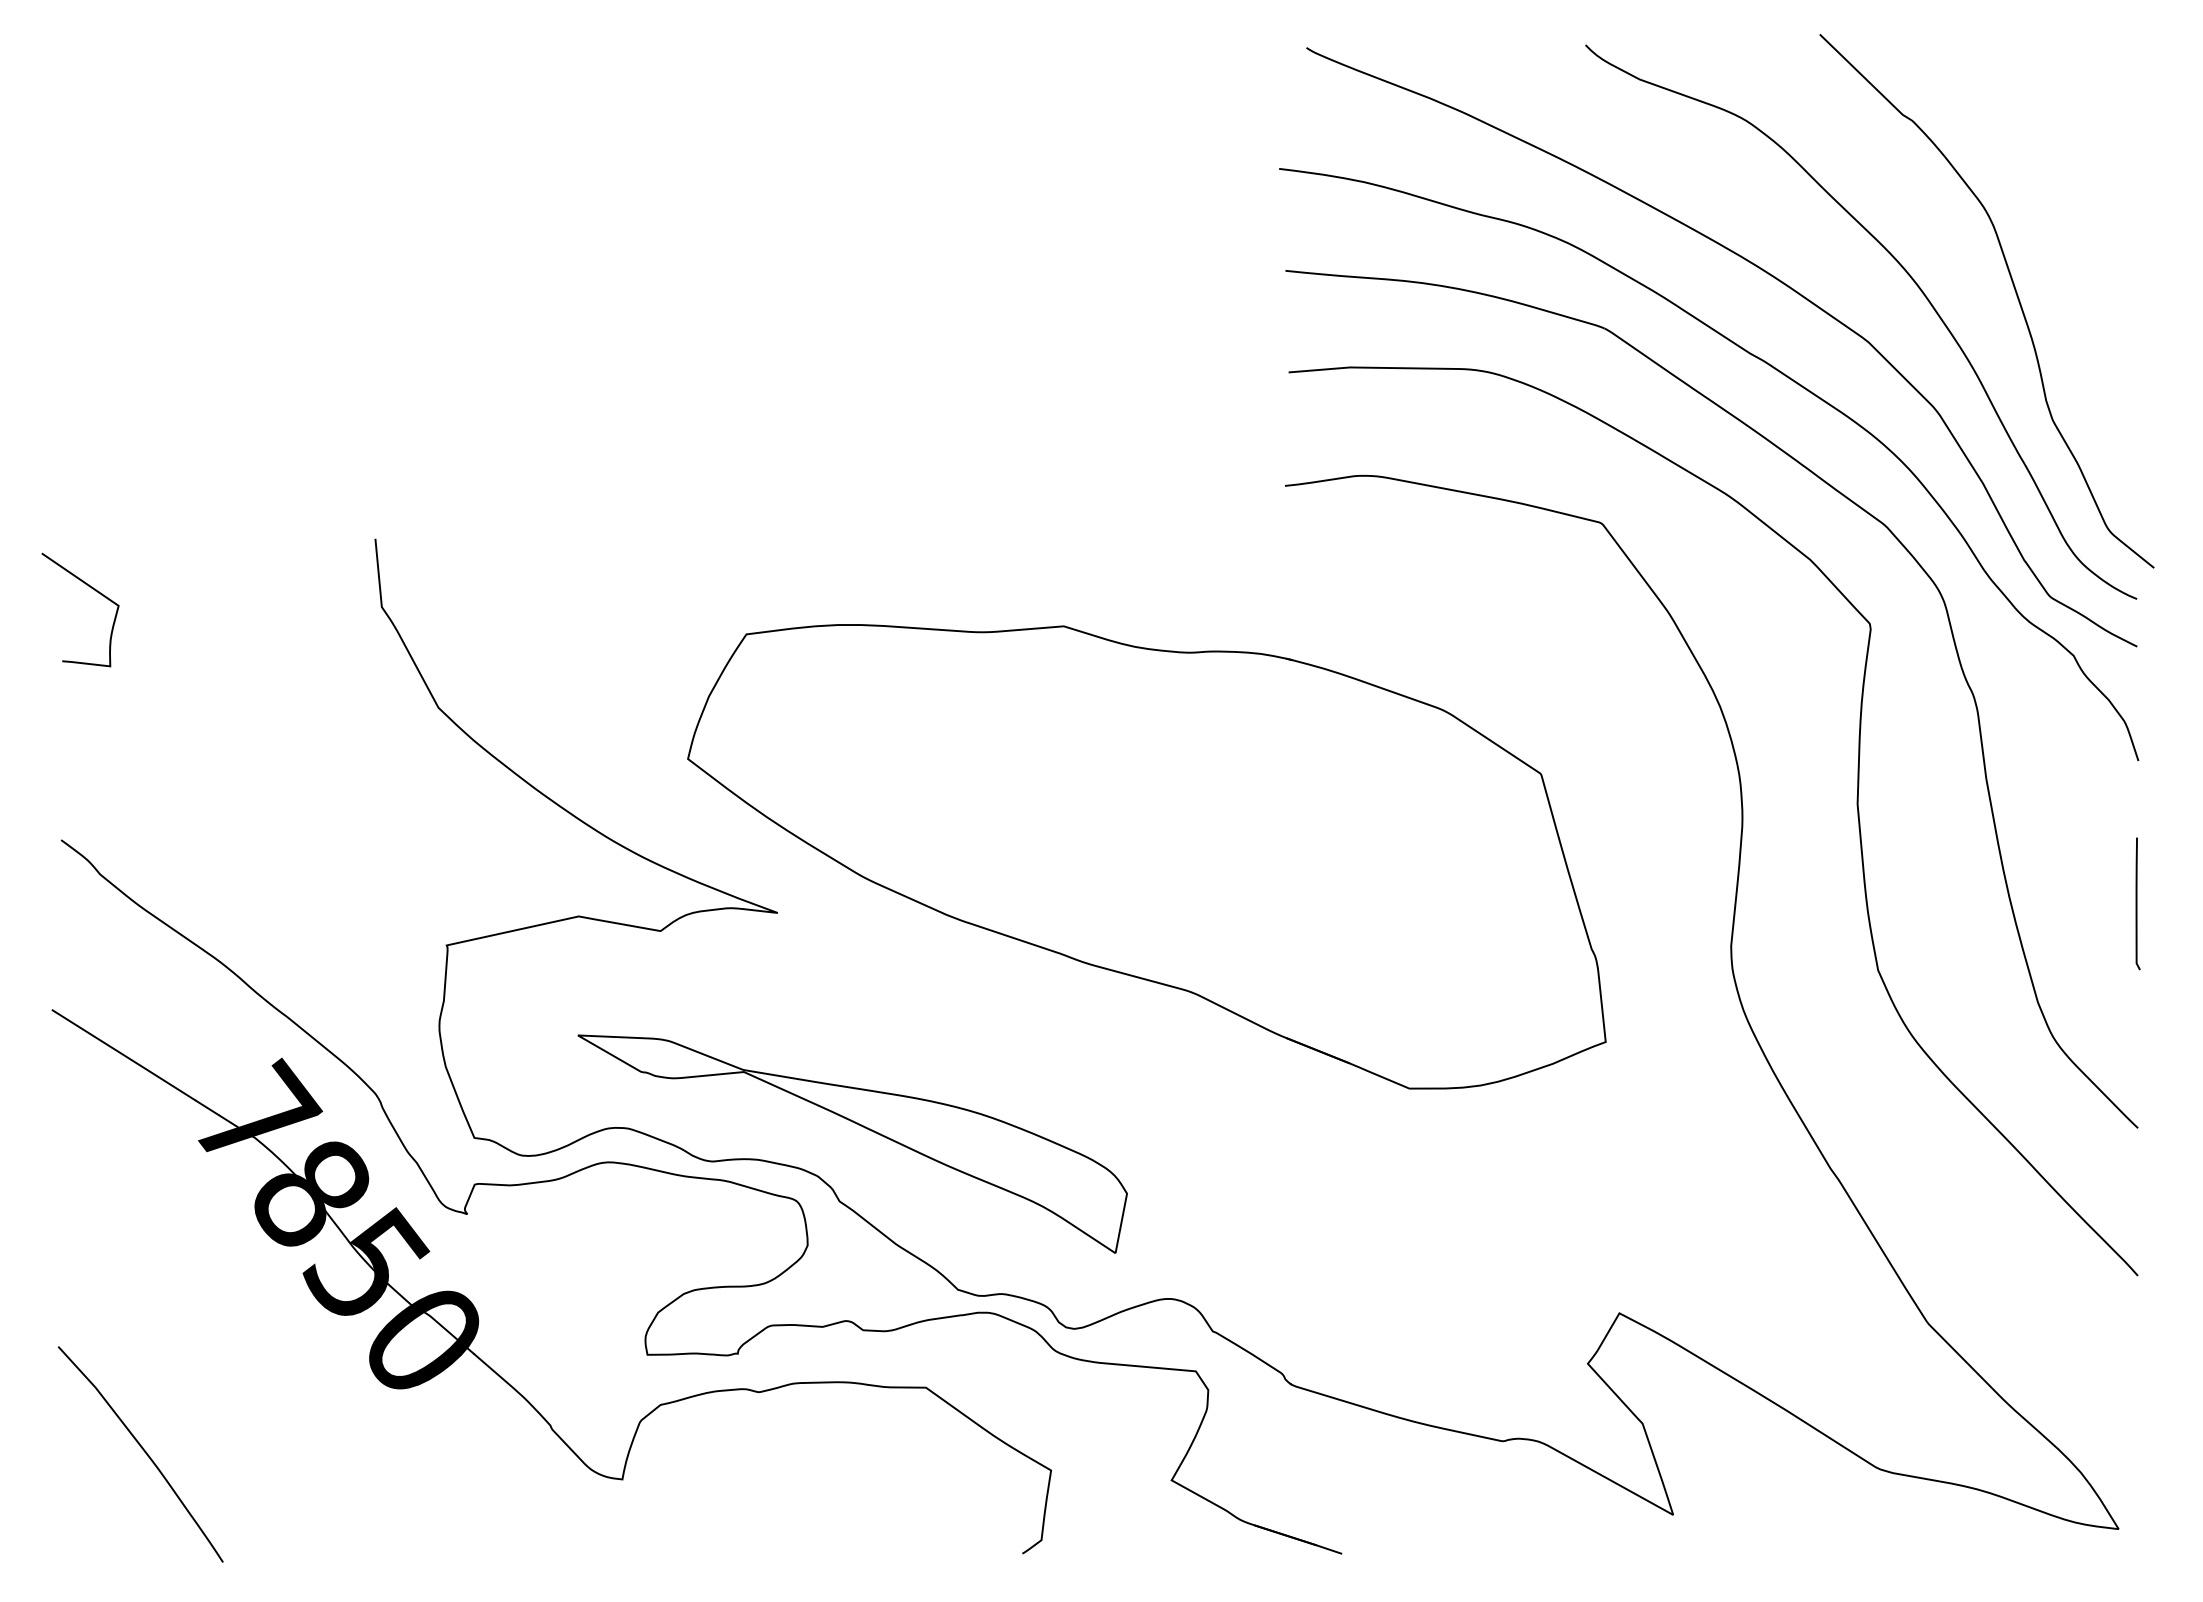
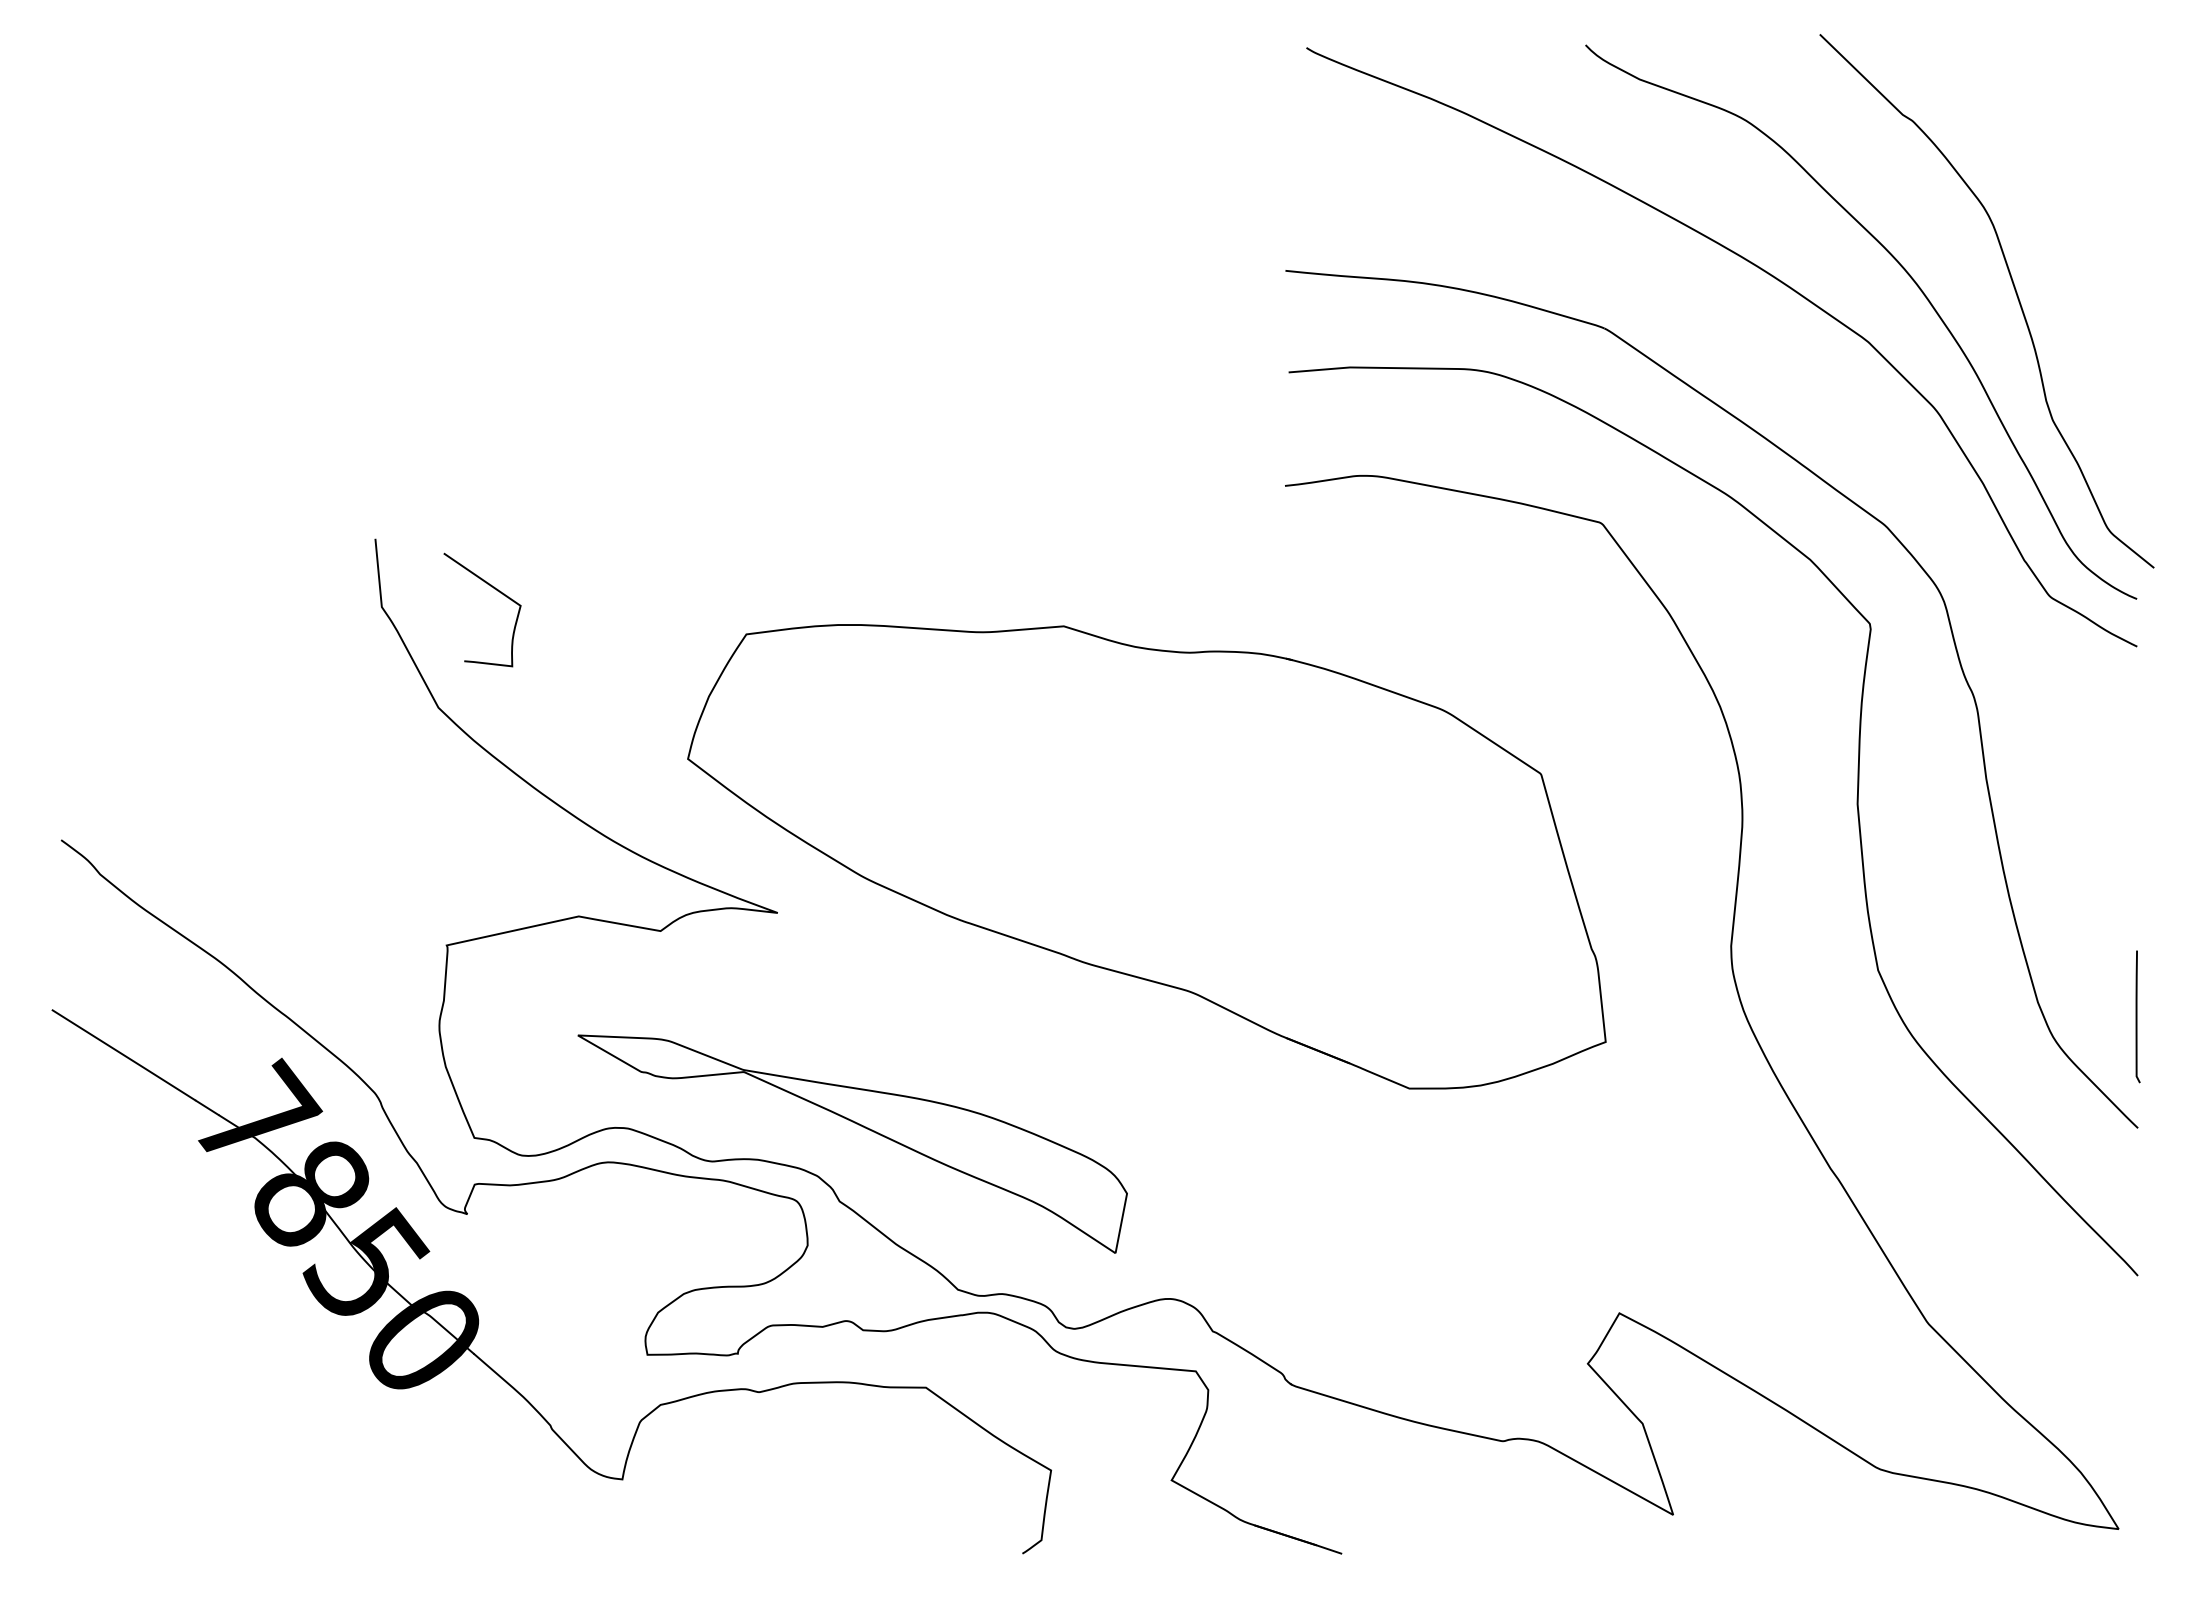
curve at (1774, 369): present -> none
curve at (92, 589) position: (92, 589) -> (494, 589)
curve at (2137, 903) position: (2137, 903) -> (2137, 1016)
curve at (143, 1451): present -> none
